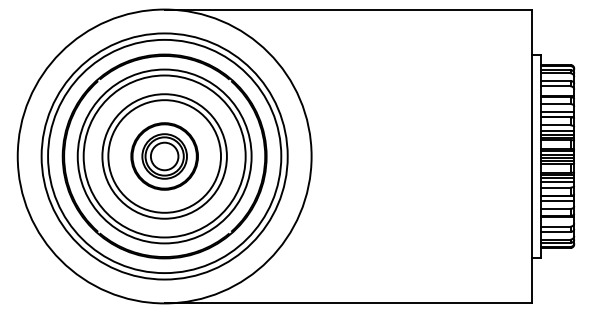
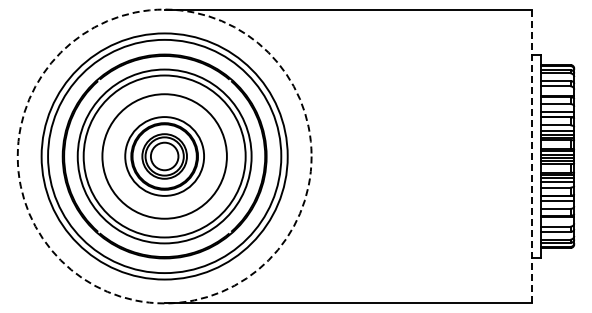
circle at (164, 156) diameter: 113 px -> 79 px
circle at (164, 156): solid -> dashed
line at (531, 156): solid -> dashed
